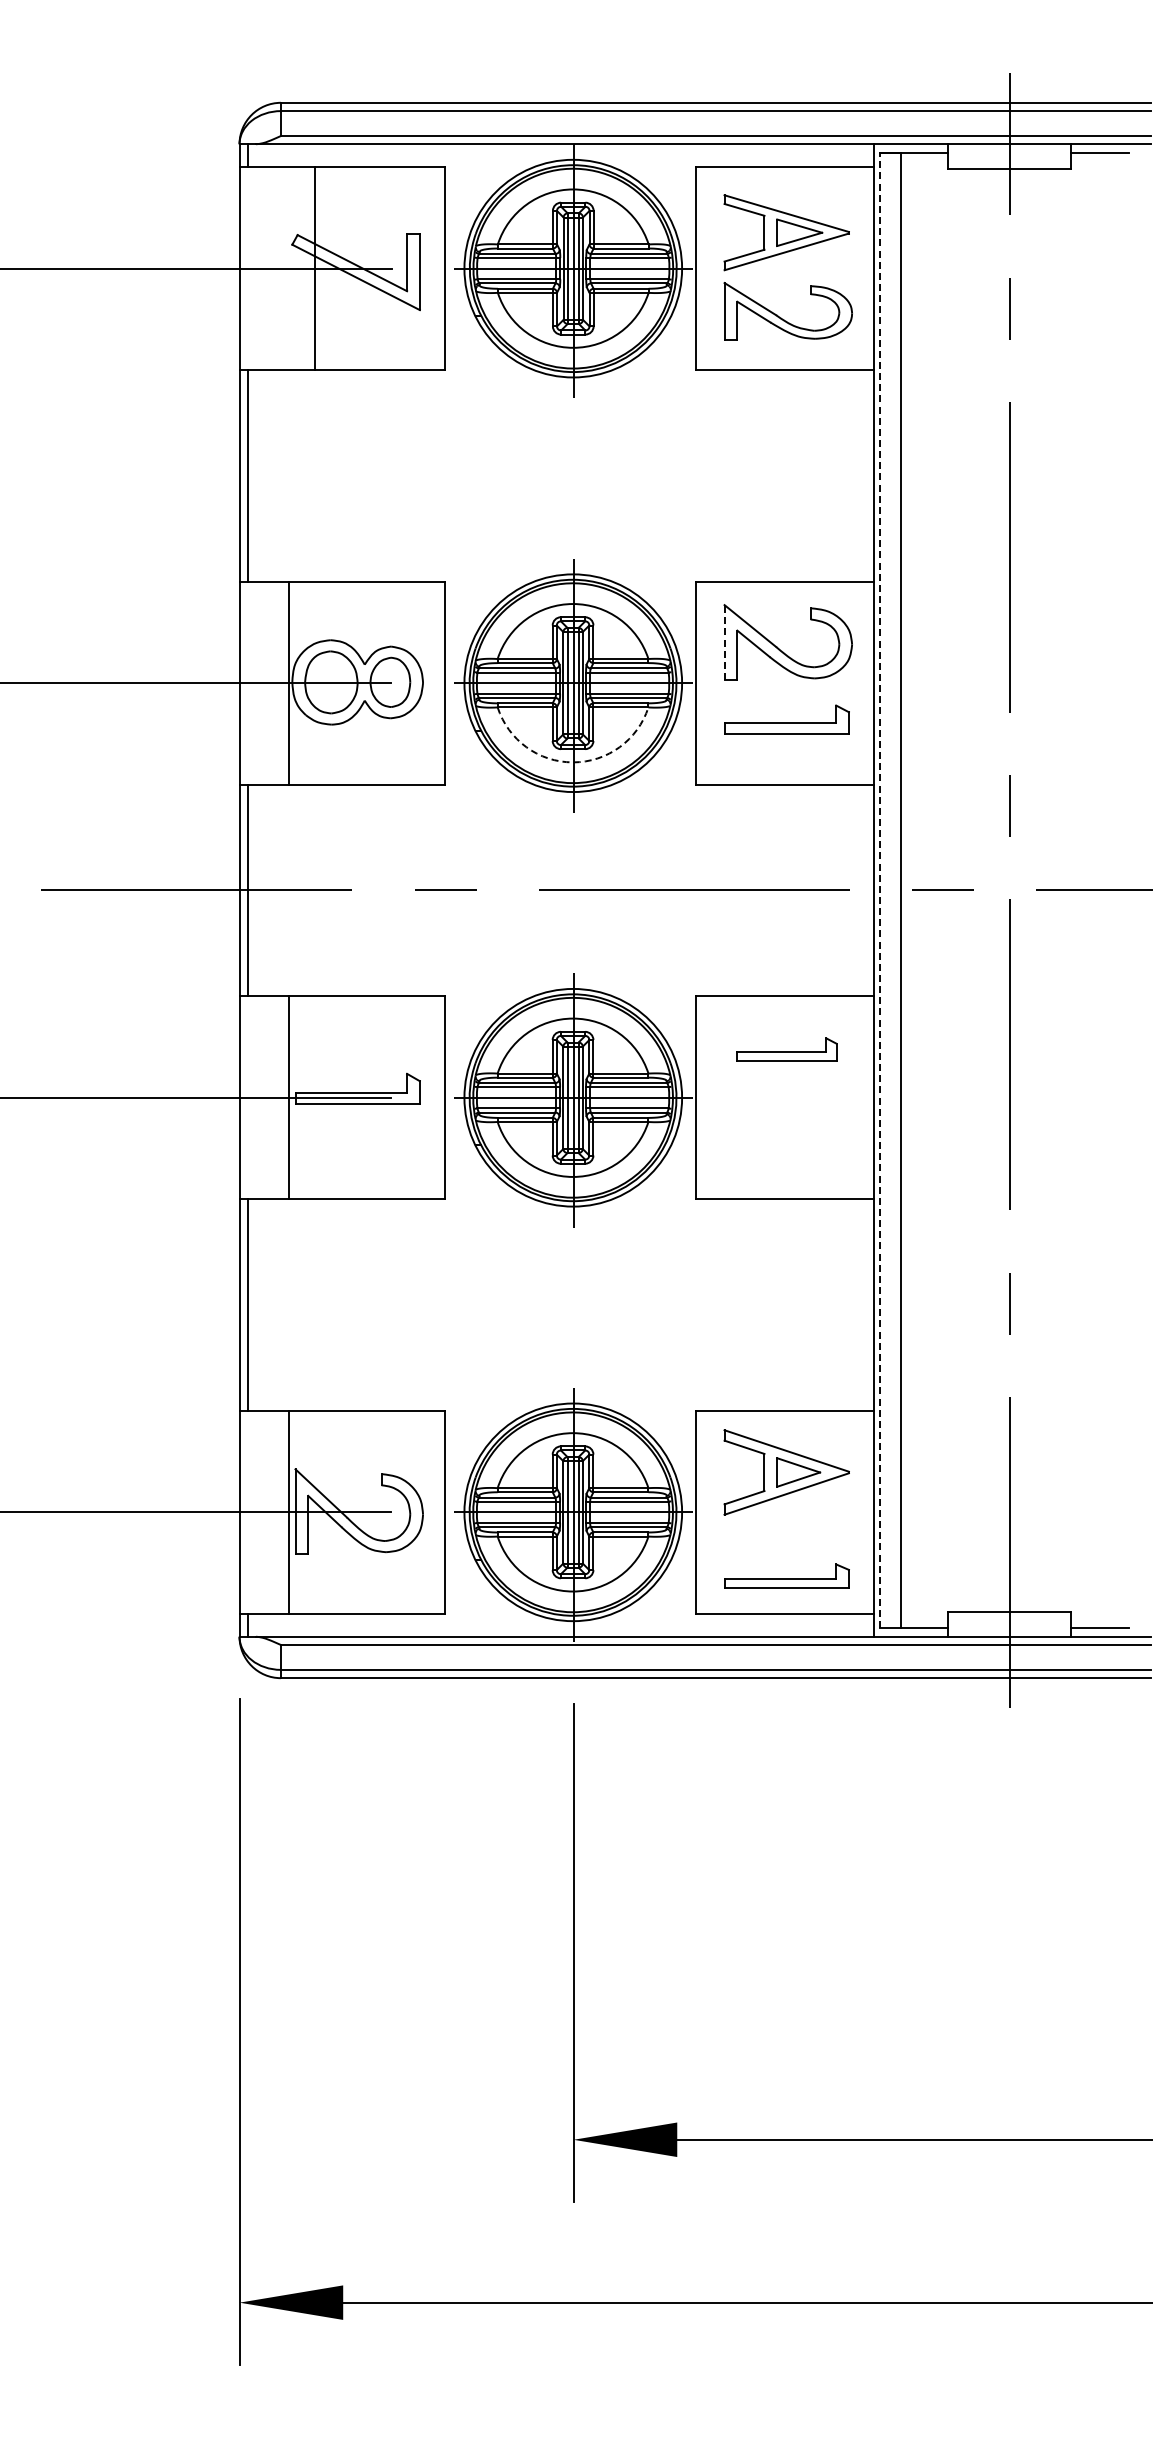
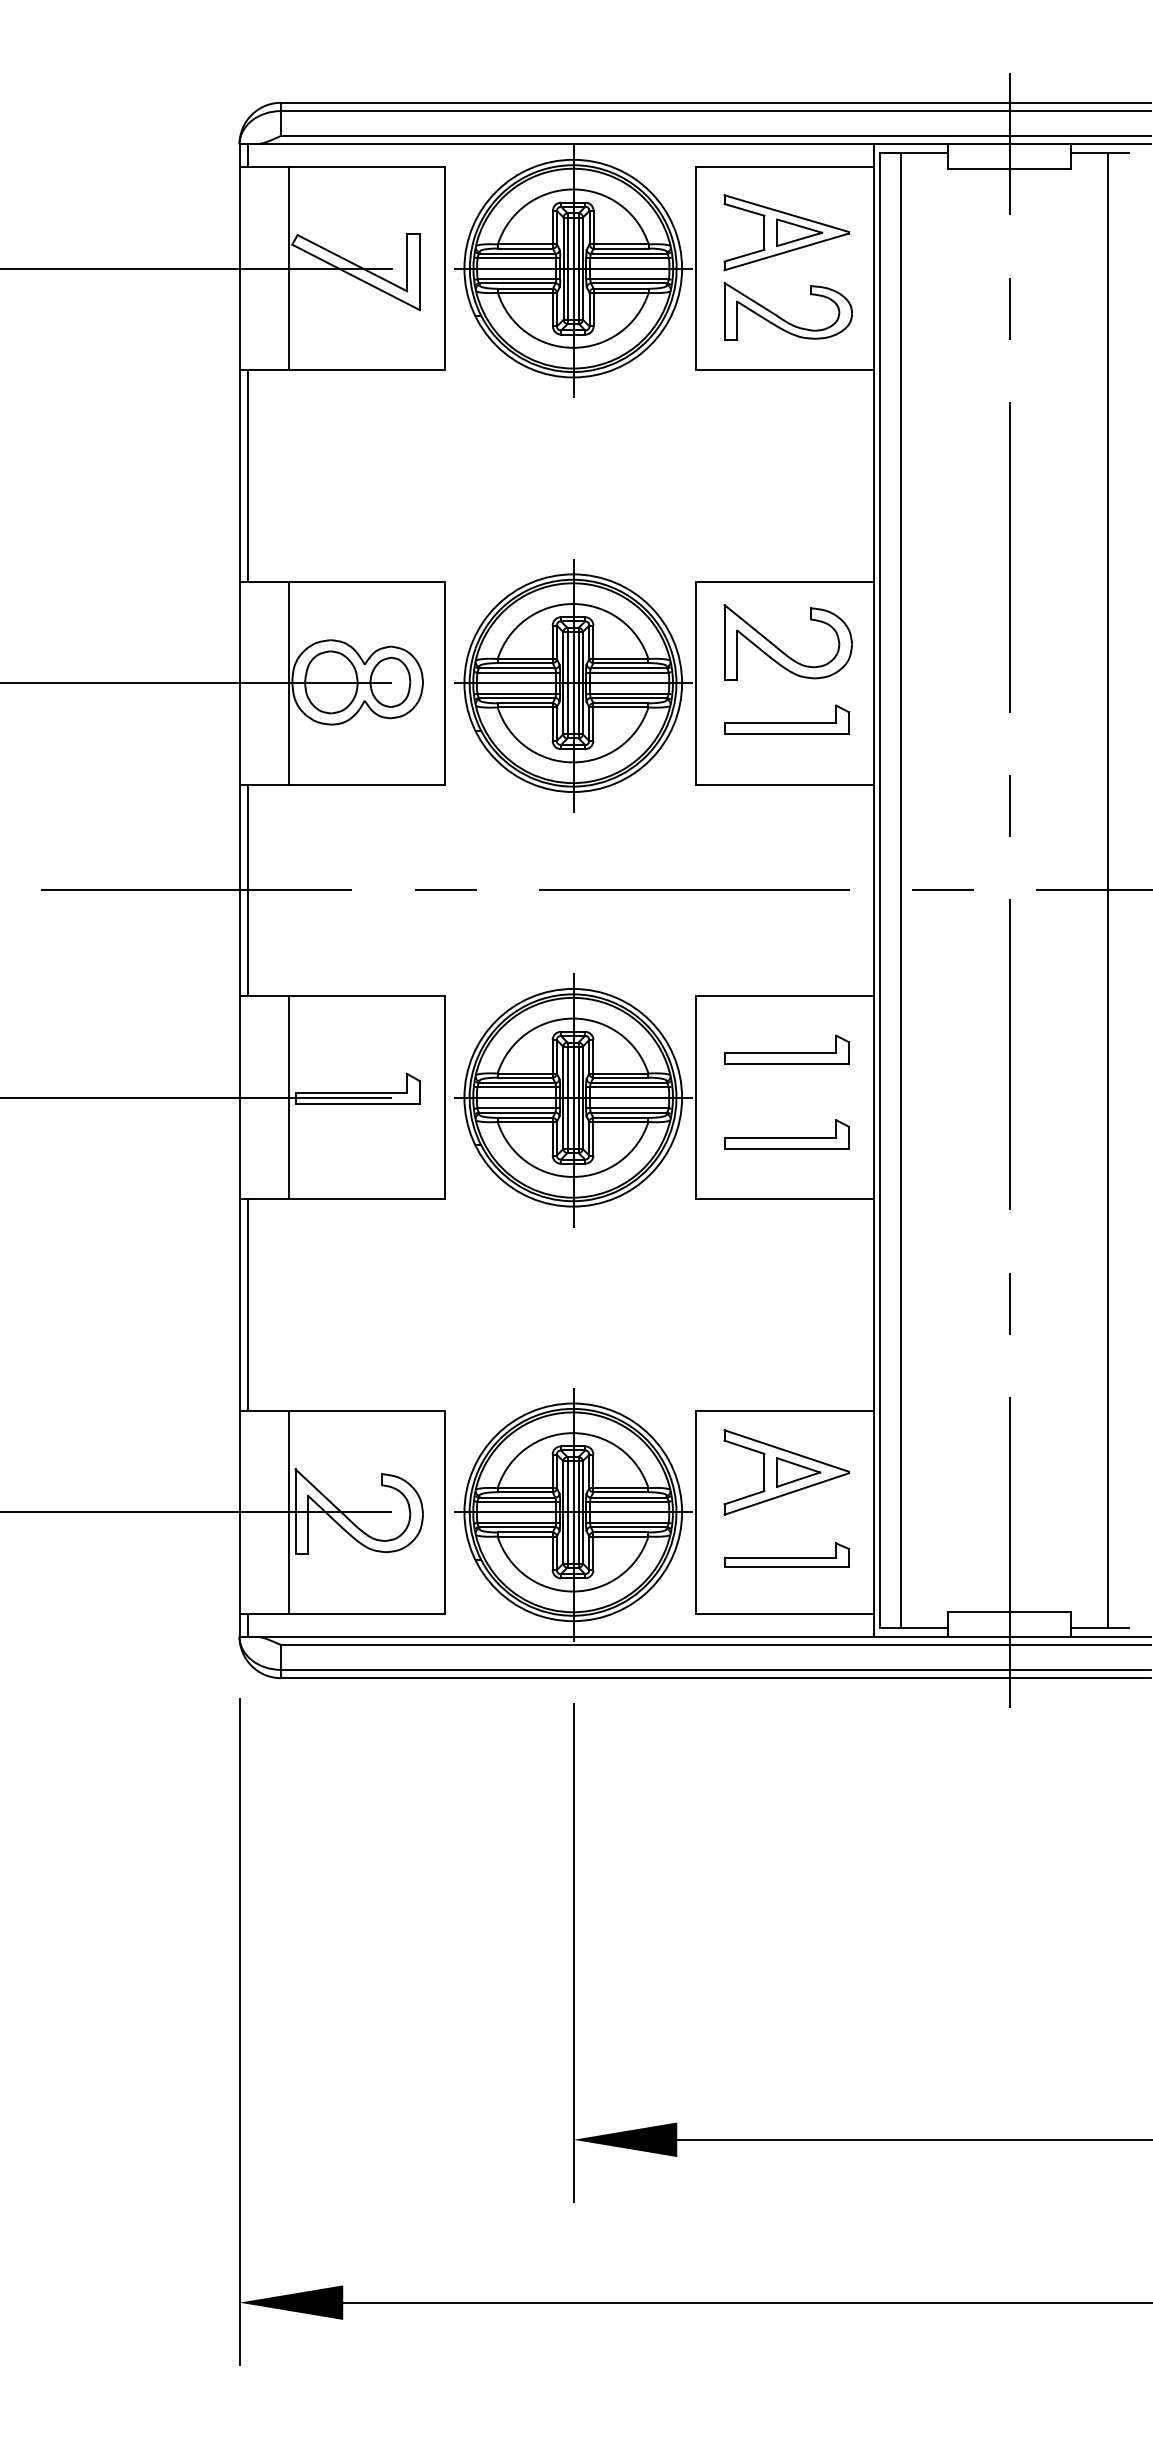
line at (315, 268) position: (315, 268) -> (289, 268)
line at (724, 642): dashed -> solid
arc at (573, 762): dashed -> solid
line at (880, 890): dashed -> solid
line at (1108, 890): none -> present
part at (786, 1049) size: 102x25 px -> 126x31 px
part at (786, 1134): none -> present
part at (786, 1575) position: (786, 1575) -> (786, 1554)
